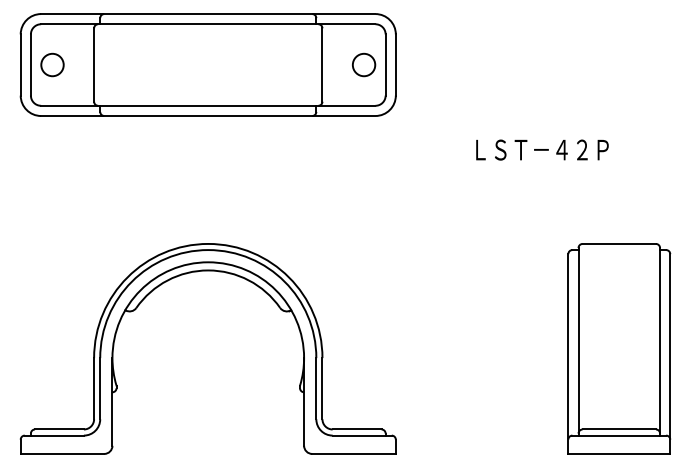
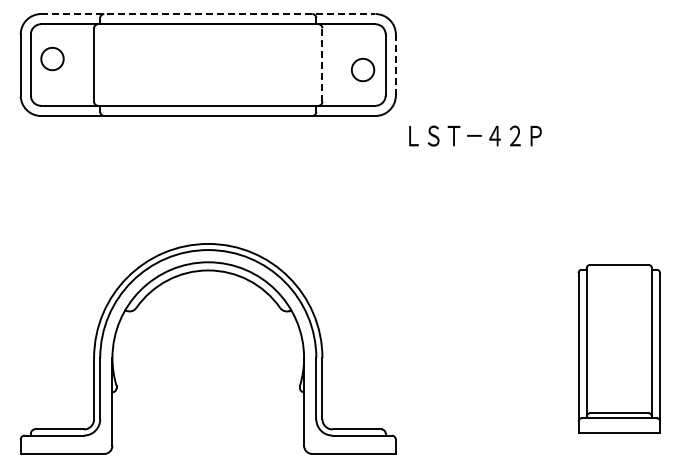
line at (208, 14): solid -> dashed
circle at (52, 64) position: (52, 64) -> (52, 58)
circle at (364, 64) position: (364, 64) -> (363, 69)
line at (322, 65): solid -> dashed
line at (395, 65): solid -> dashed
text at (542, 149) position: (542, 149) -> (475, 135)
part at (619, 348) size: 105x212 px -> 84x170 px
